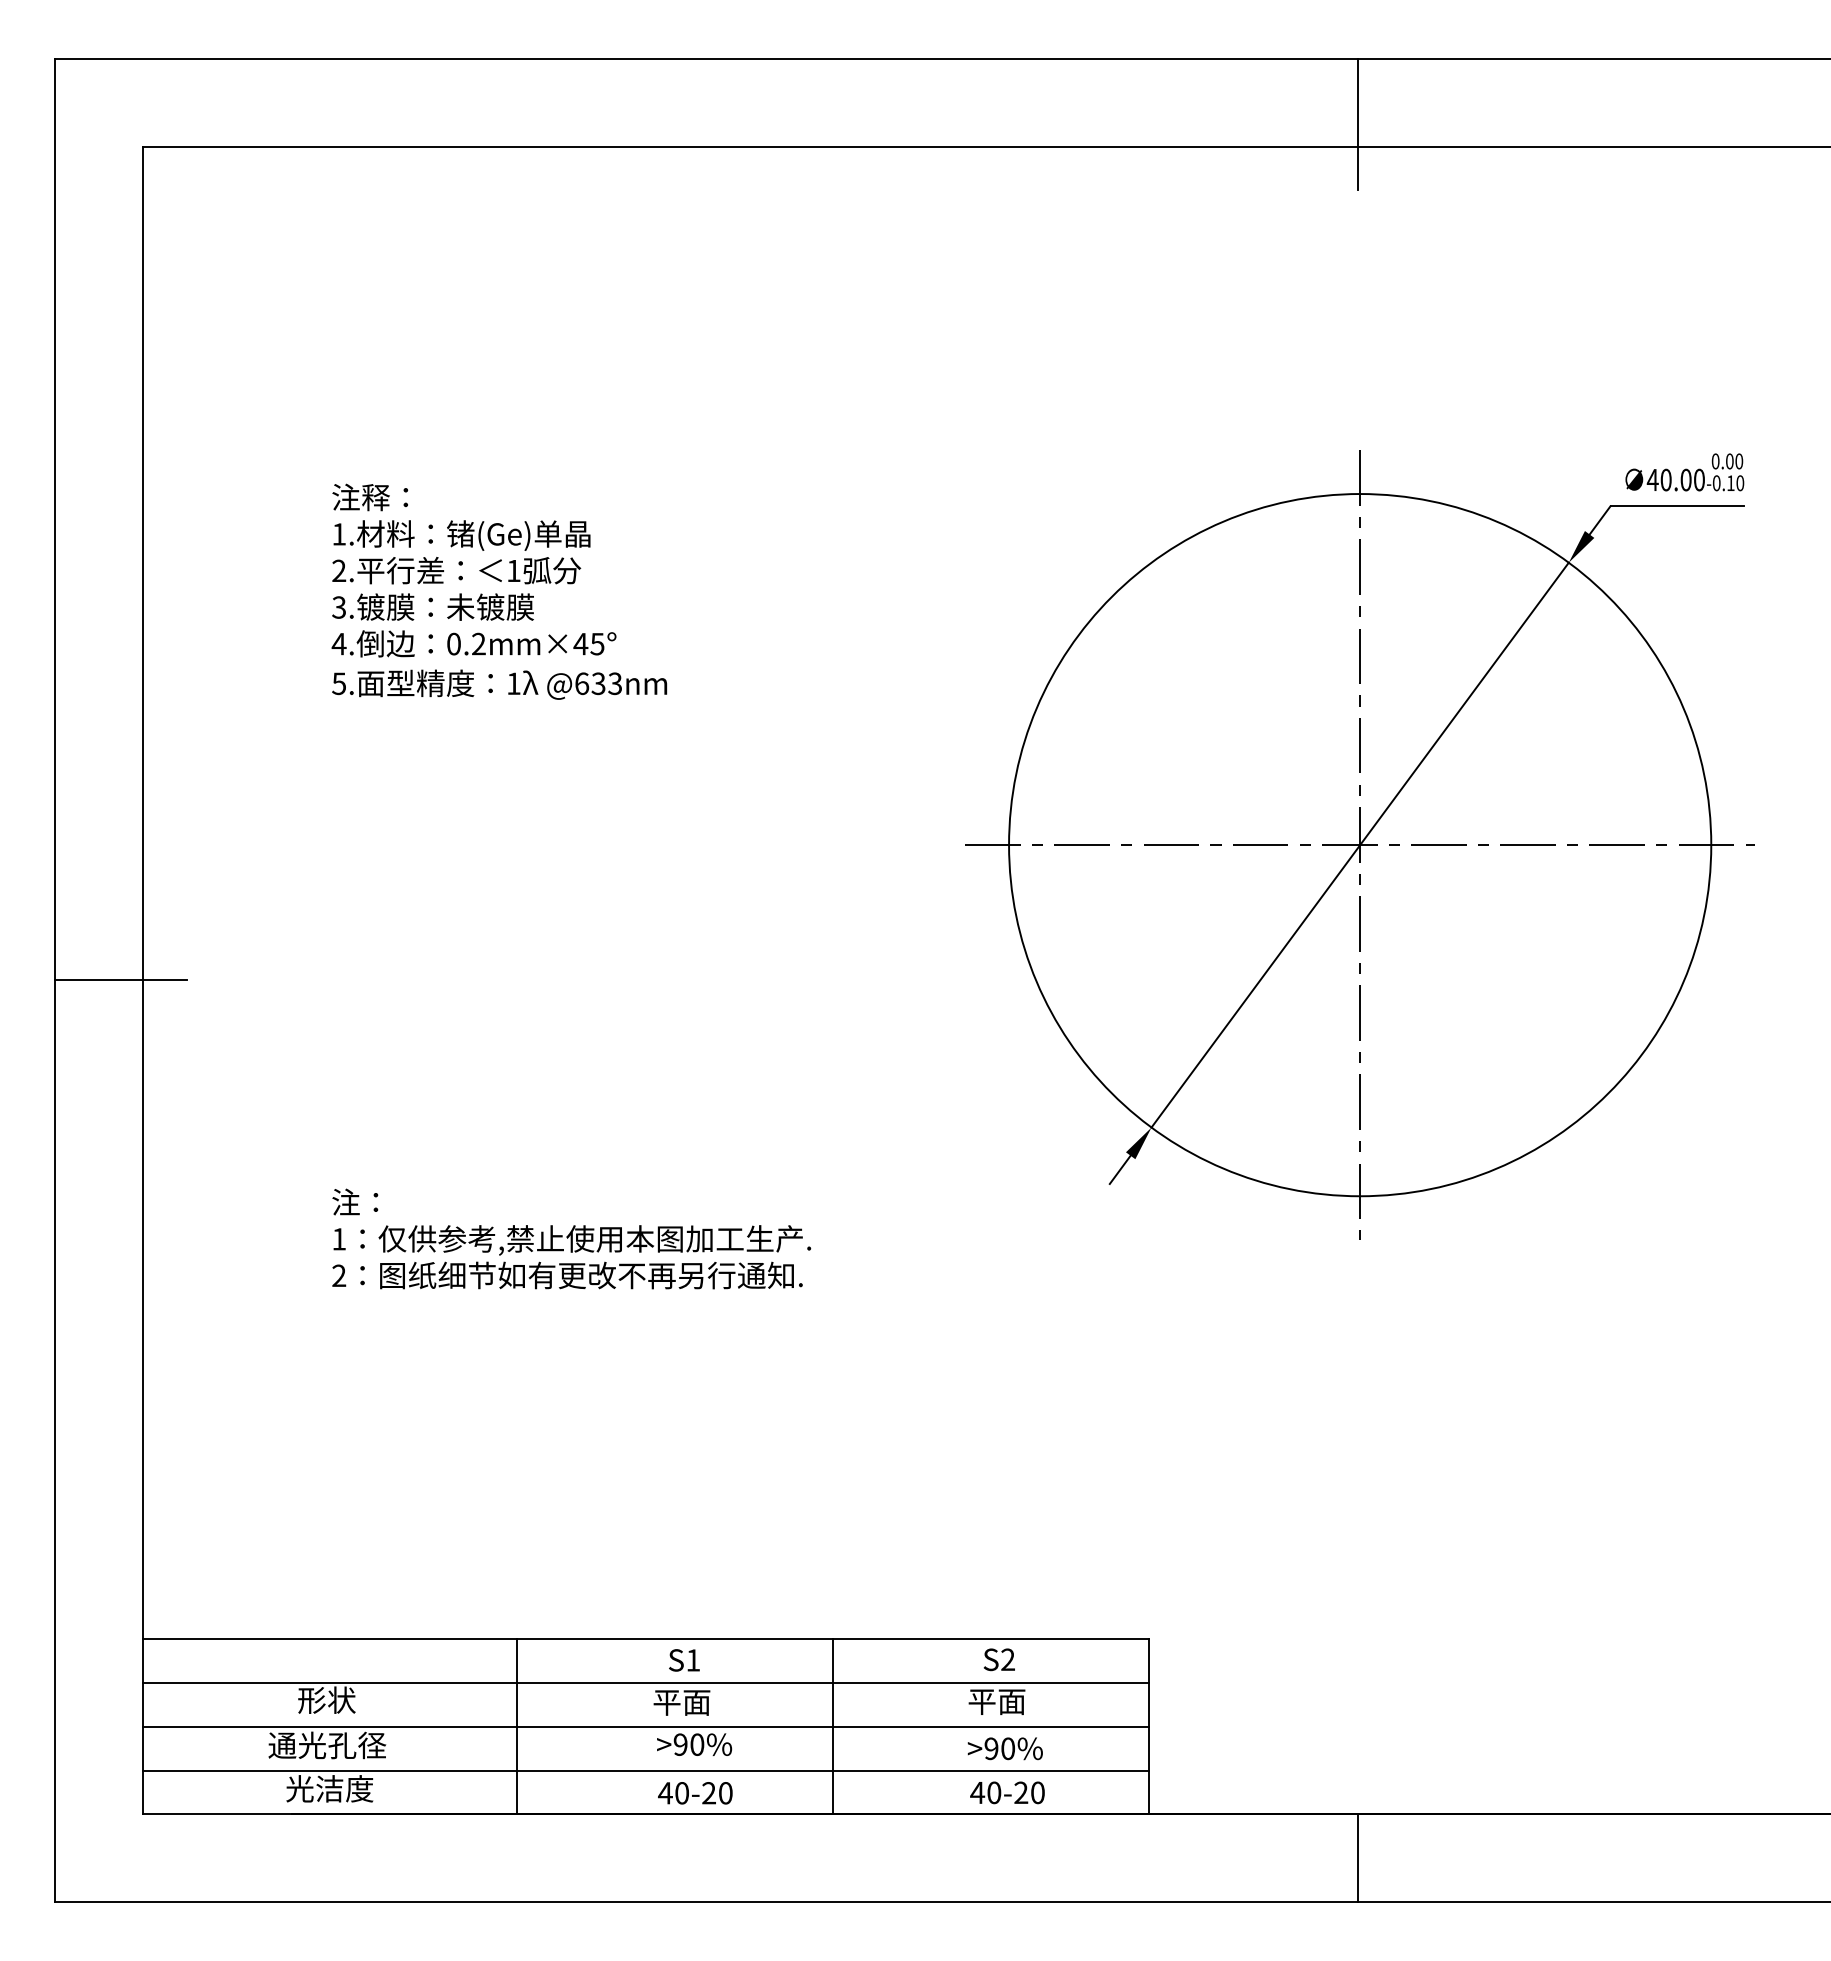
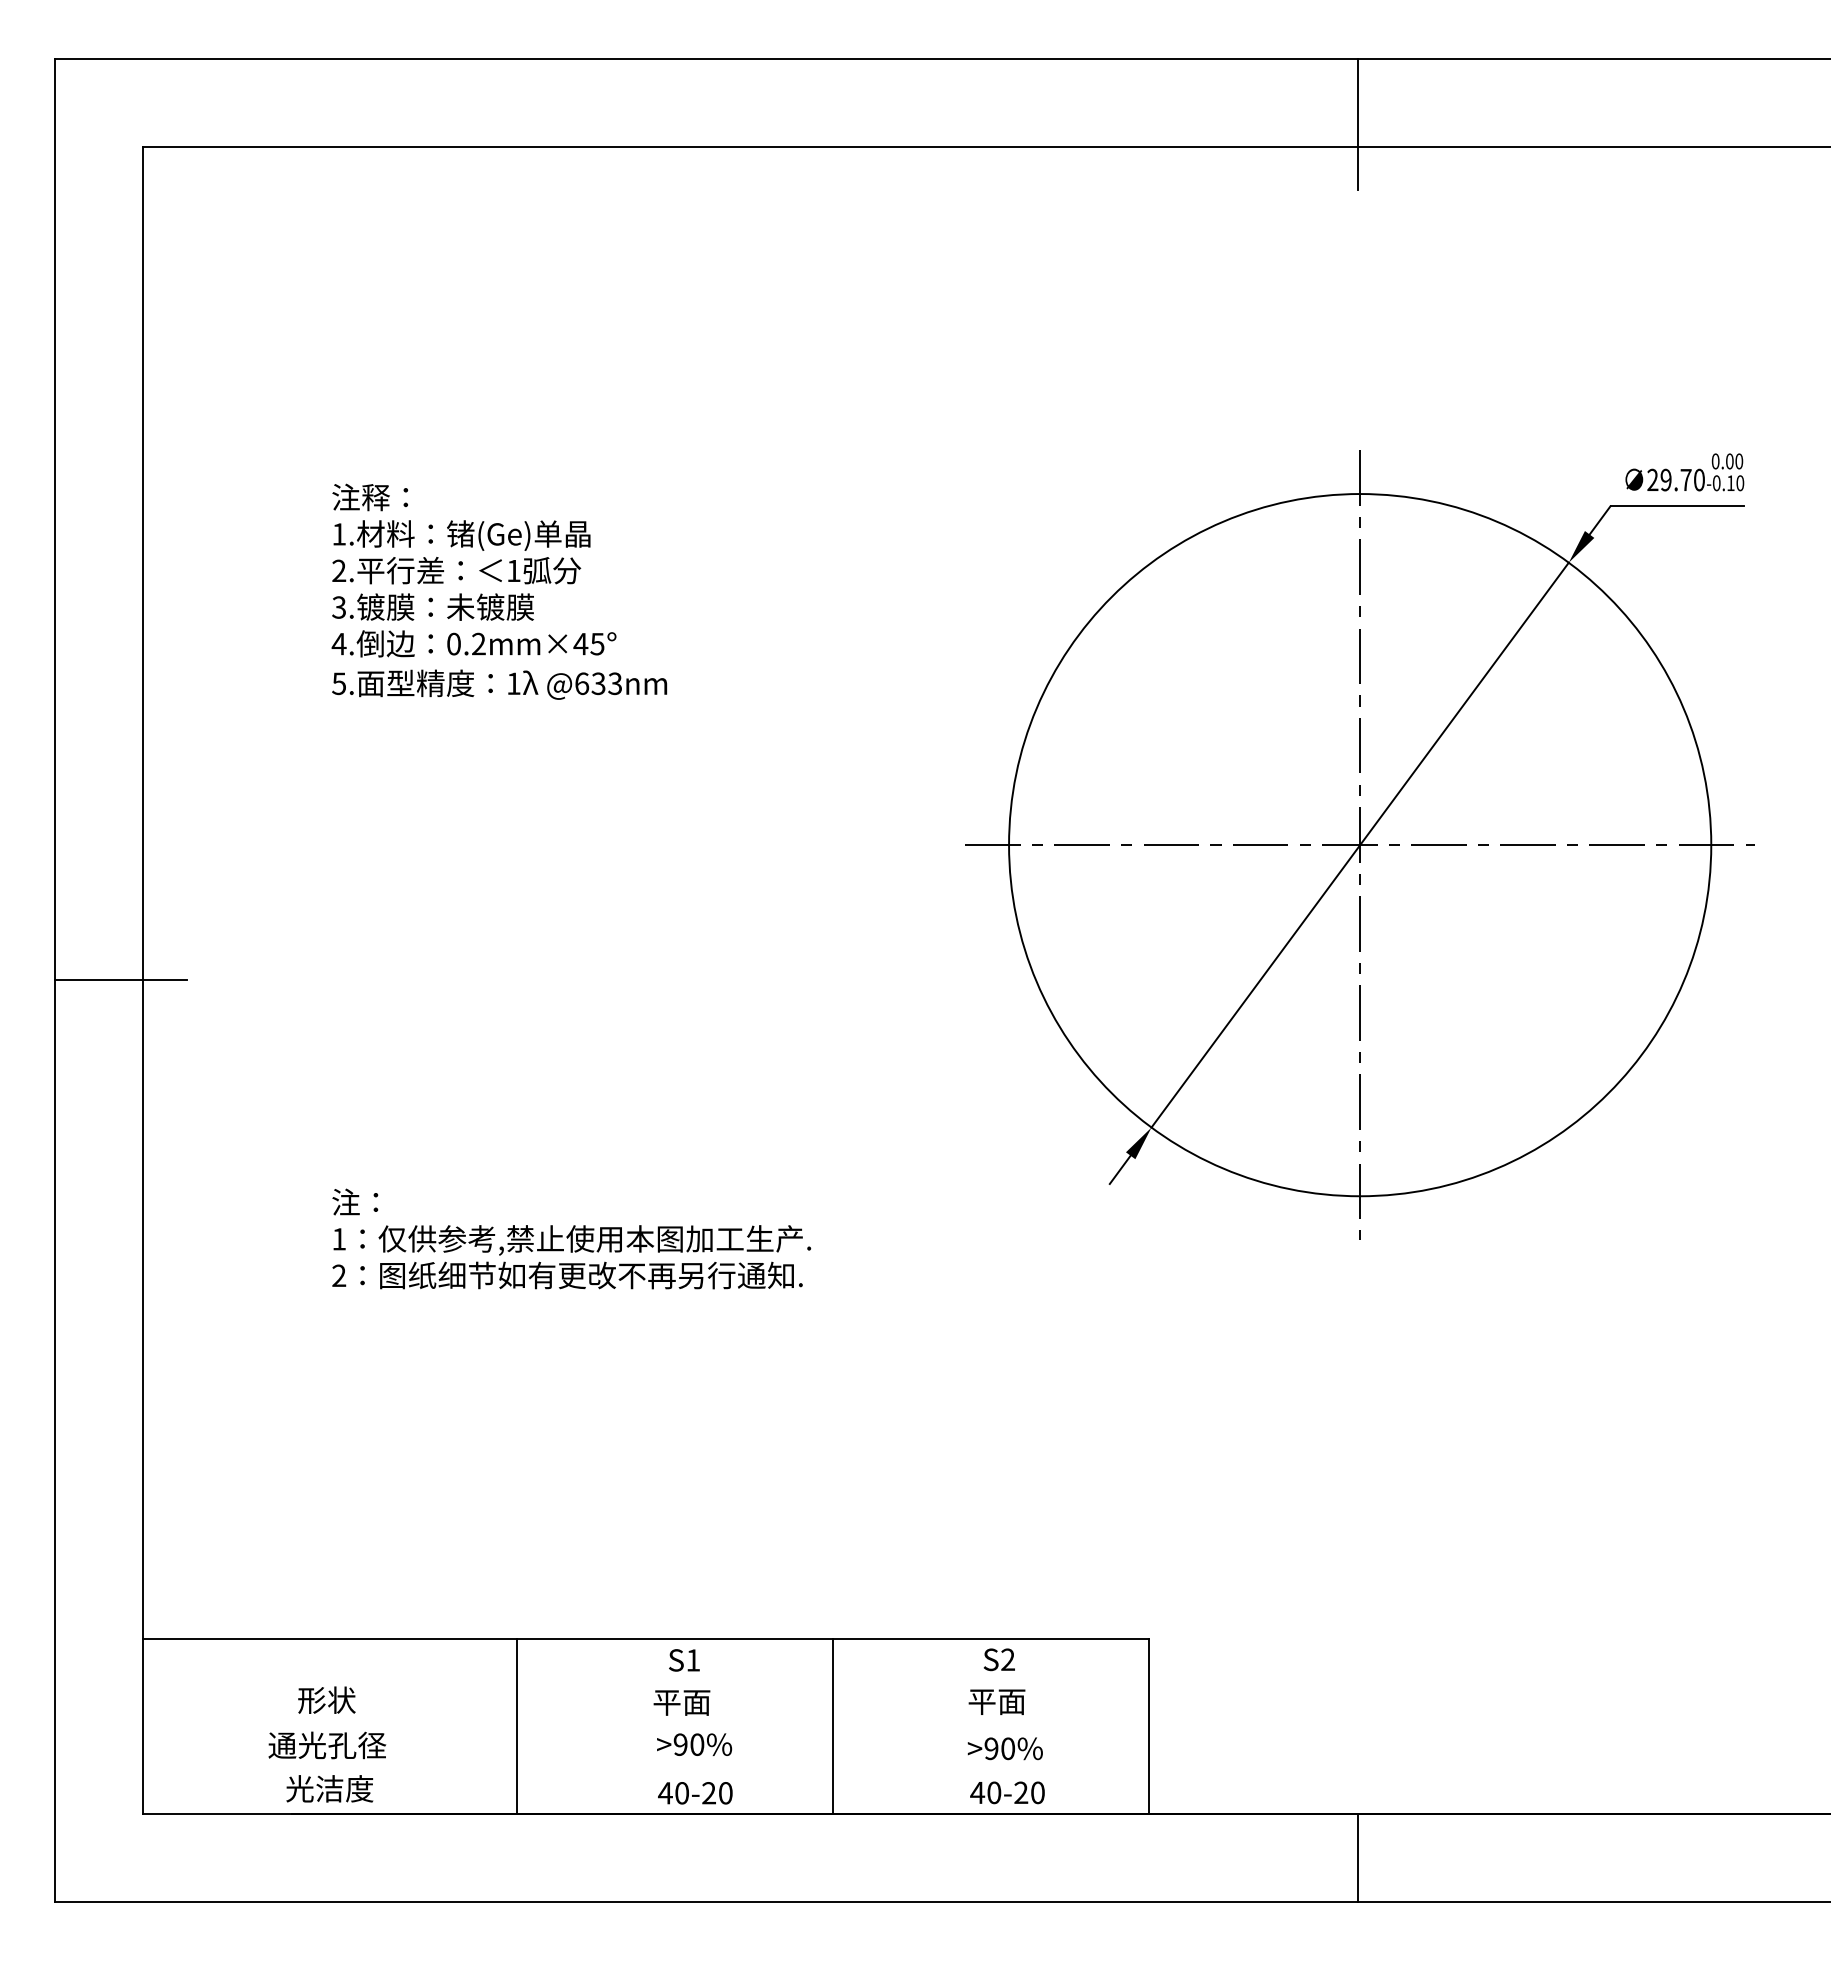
text at (1668, 479): 40.00 -> 29.70
line at (645, 1682): present -> none
line at (645, 1726): present -> none
line at (645, 1770): present -> none
